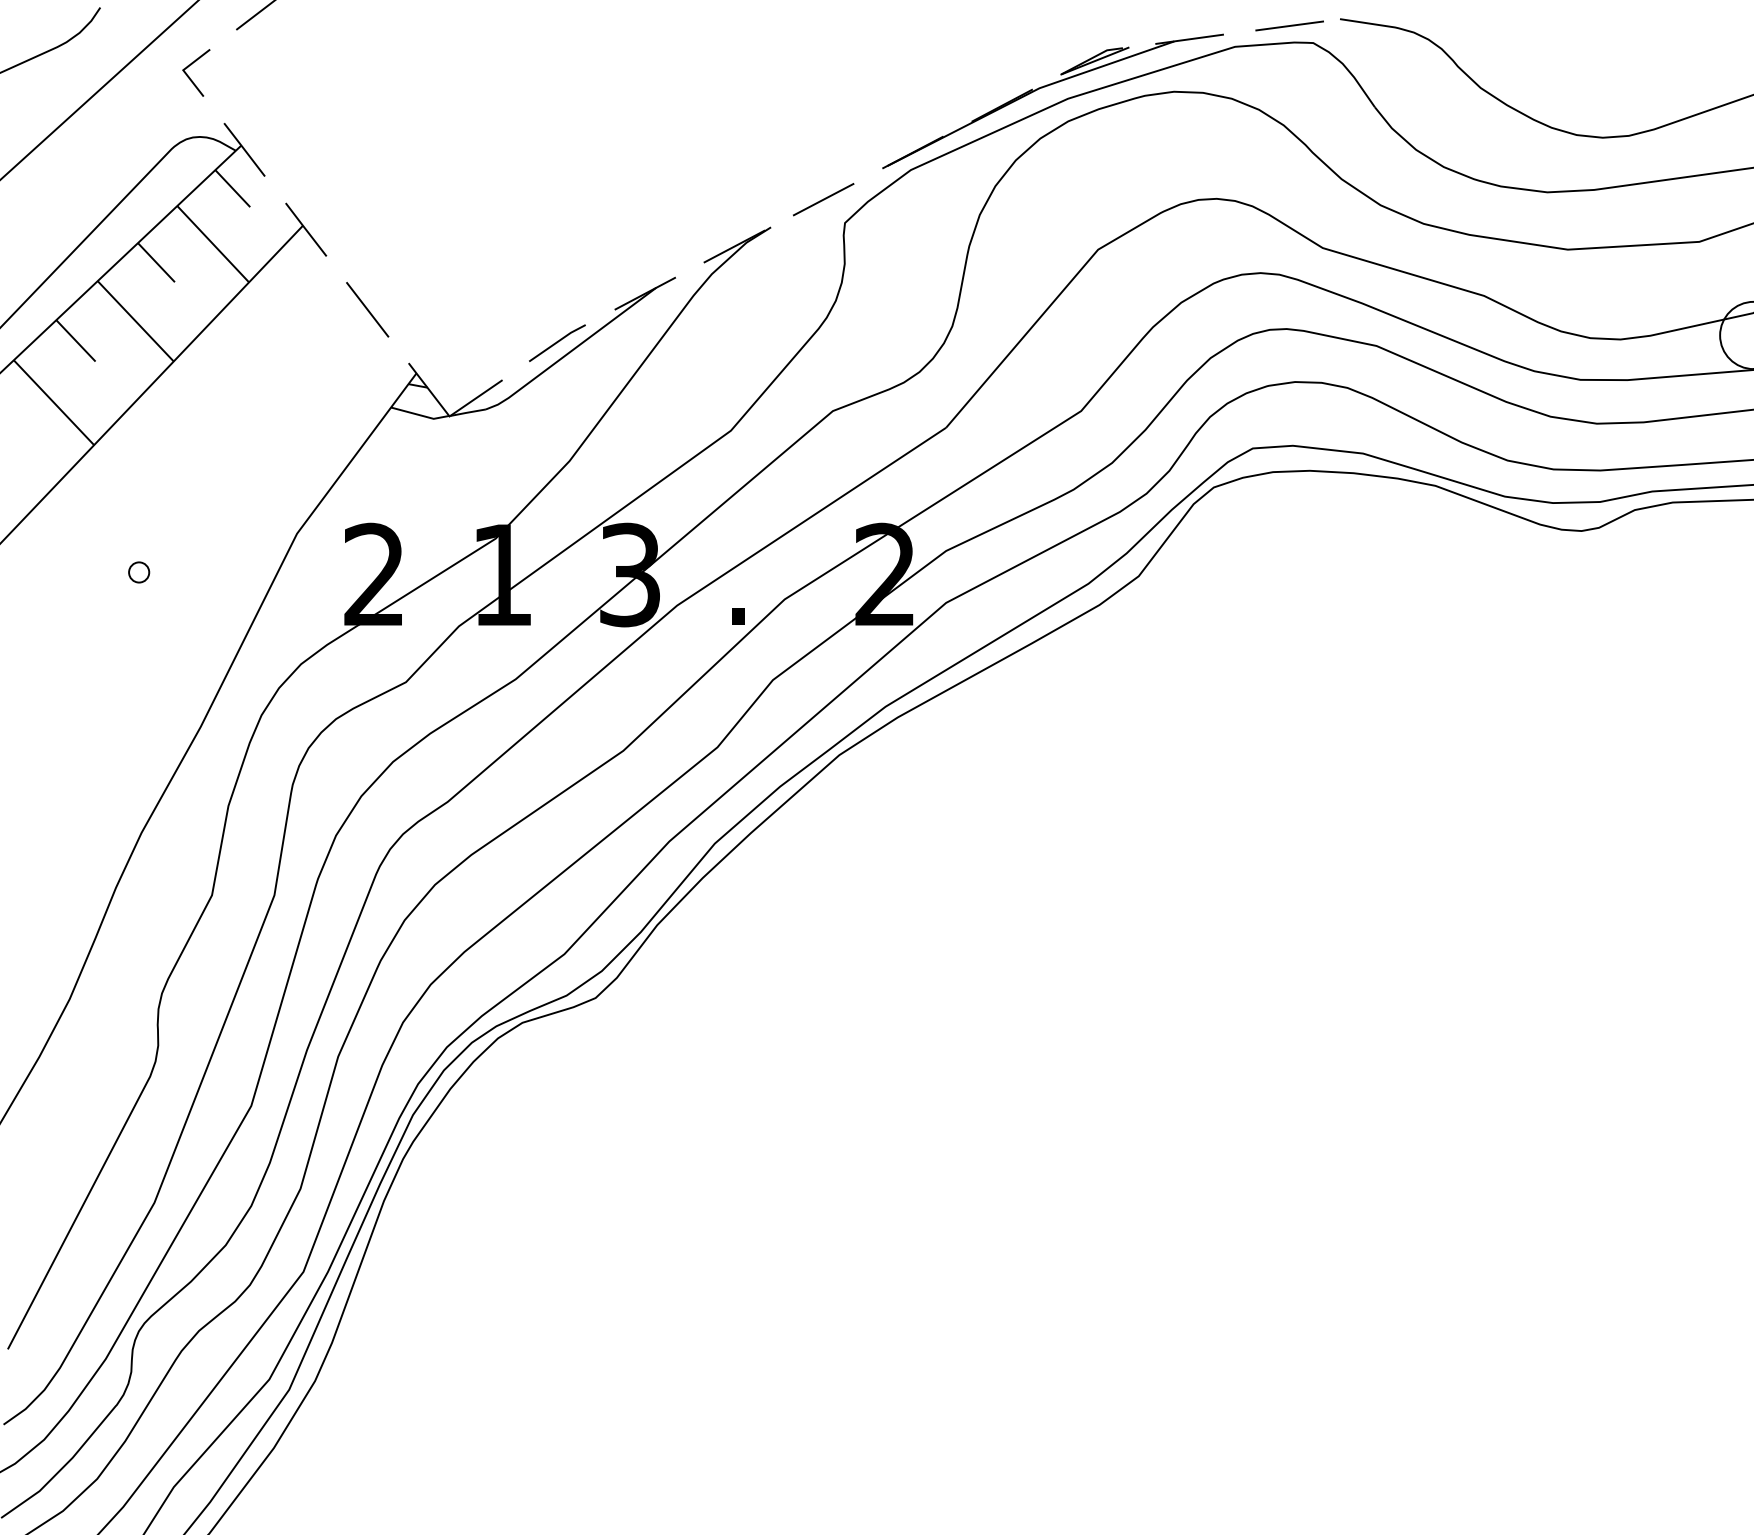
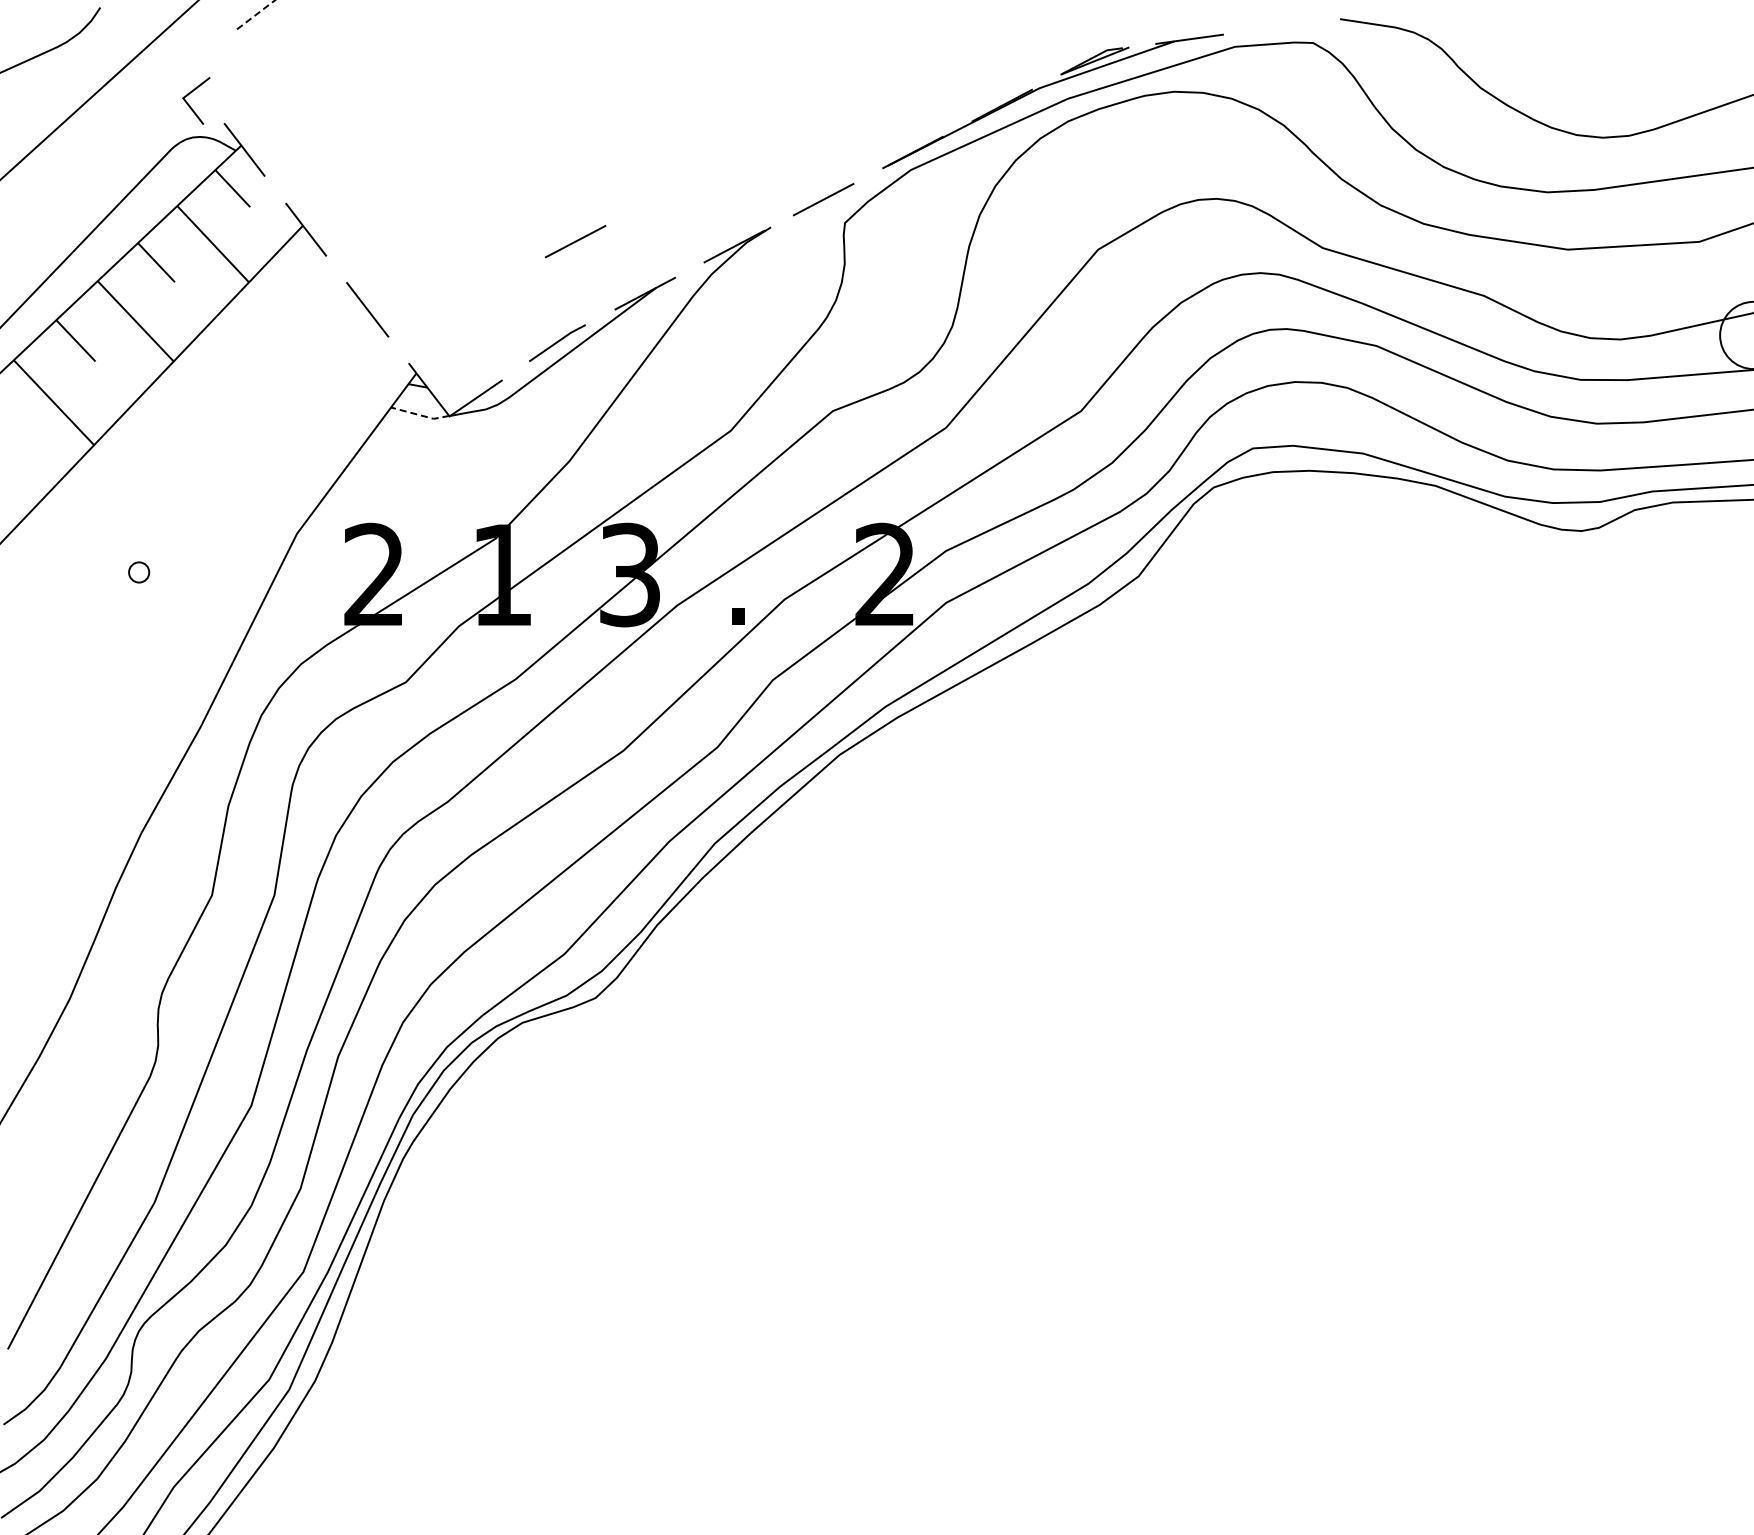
line at (255, 14): solid -> dashed
line at (1289, 25): present -> none
line at (190, 77) position: (190, 77) -> (190, 105)
line at (575, 241): none -> present
line at (420, 415): solid -> dashed
